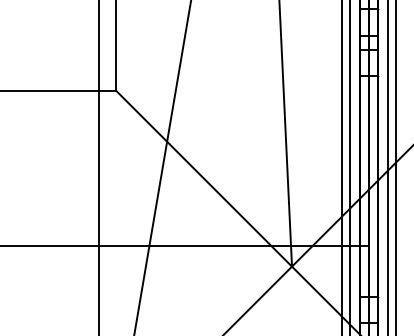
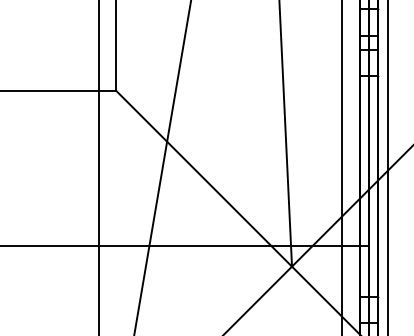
line at (350, 167): present -> none
line at (395, 167): present -> none
